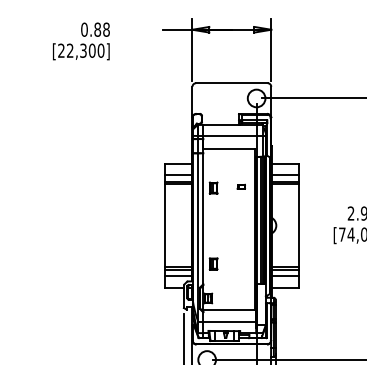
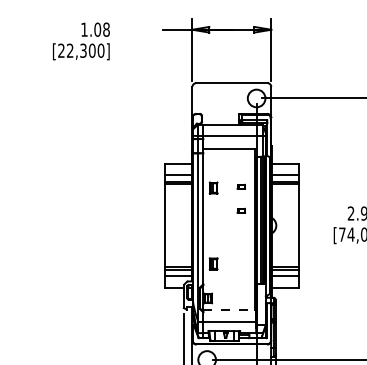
text at (91, 29): 0.88 -> 1.08
part at (240, 210): none -> present
line at (228, 309): solid -> dashed
